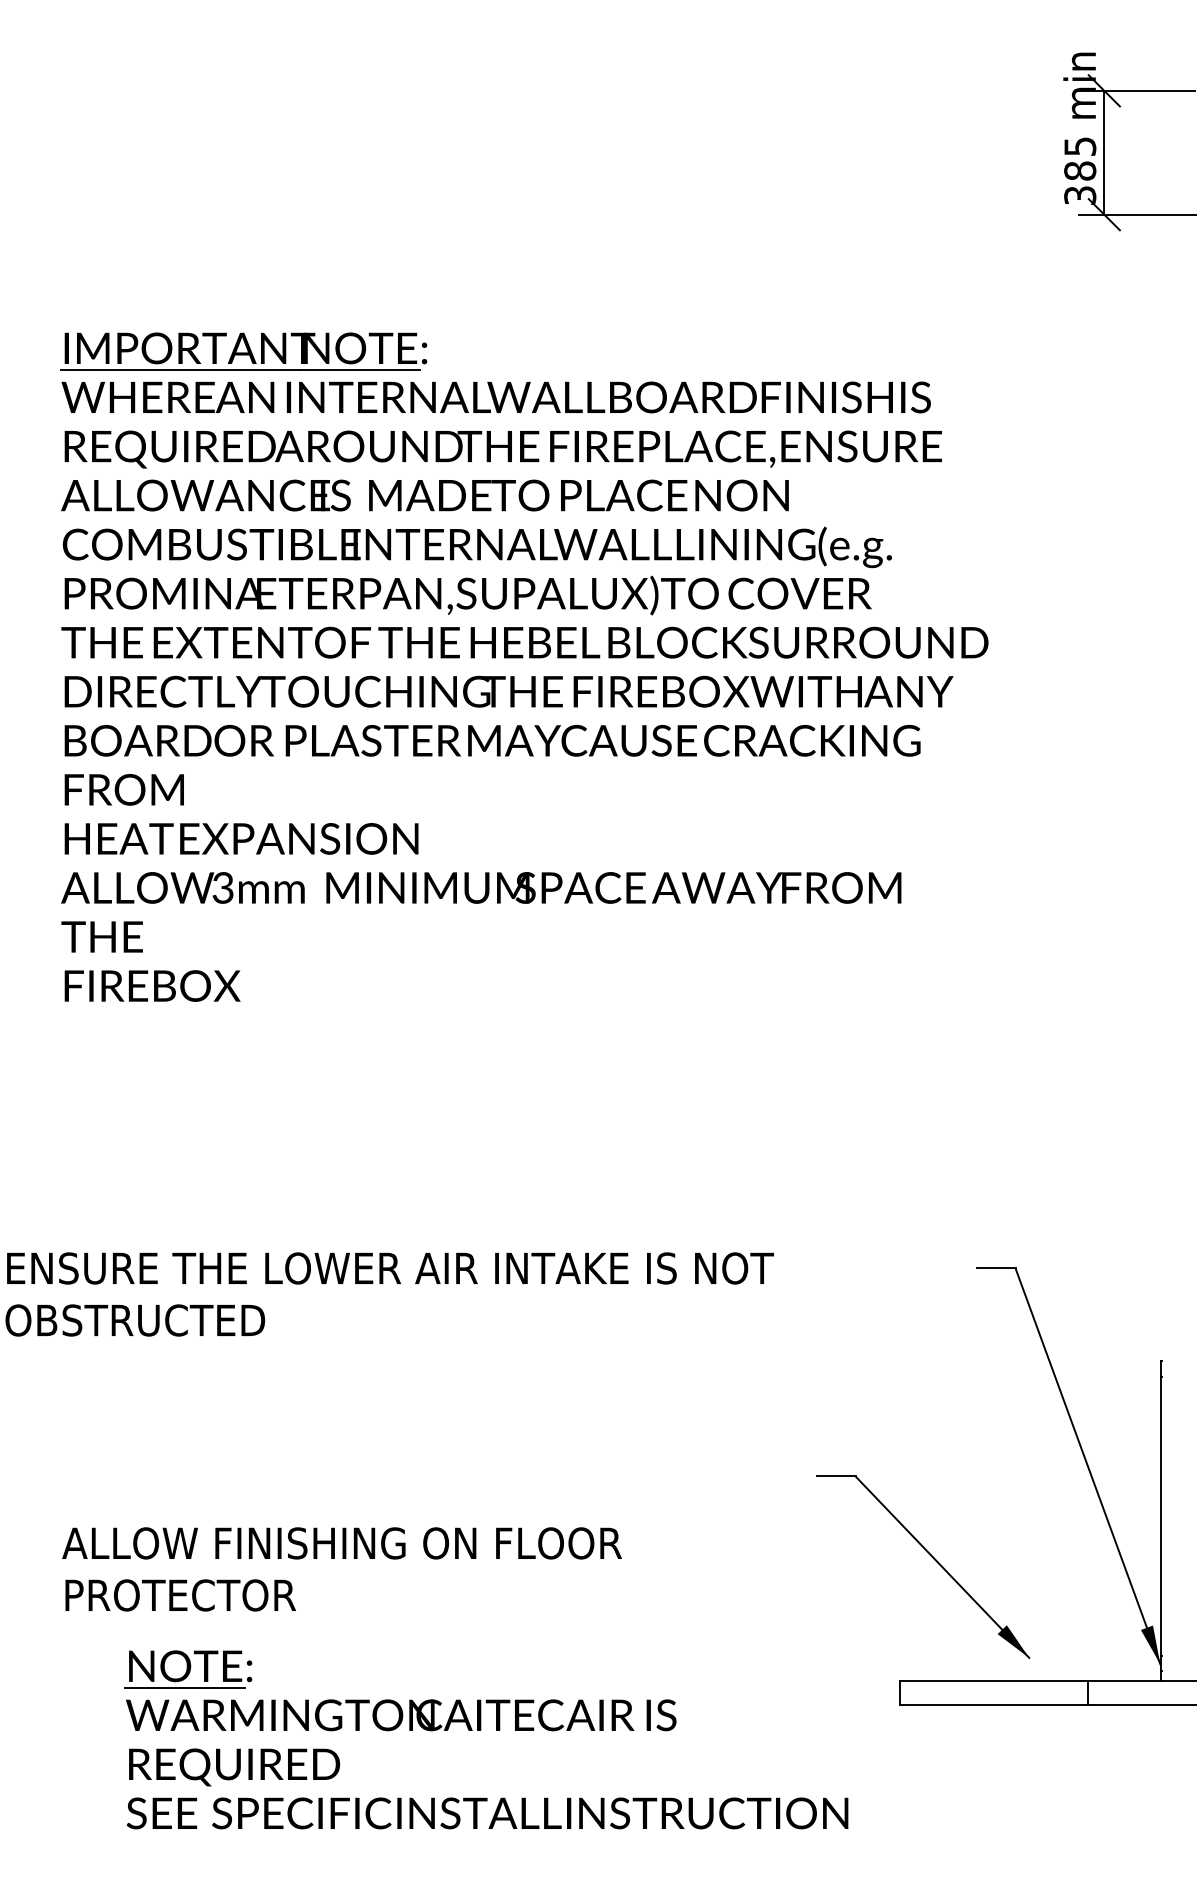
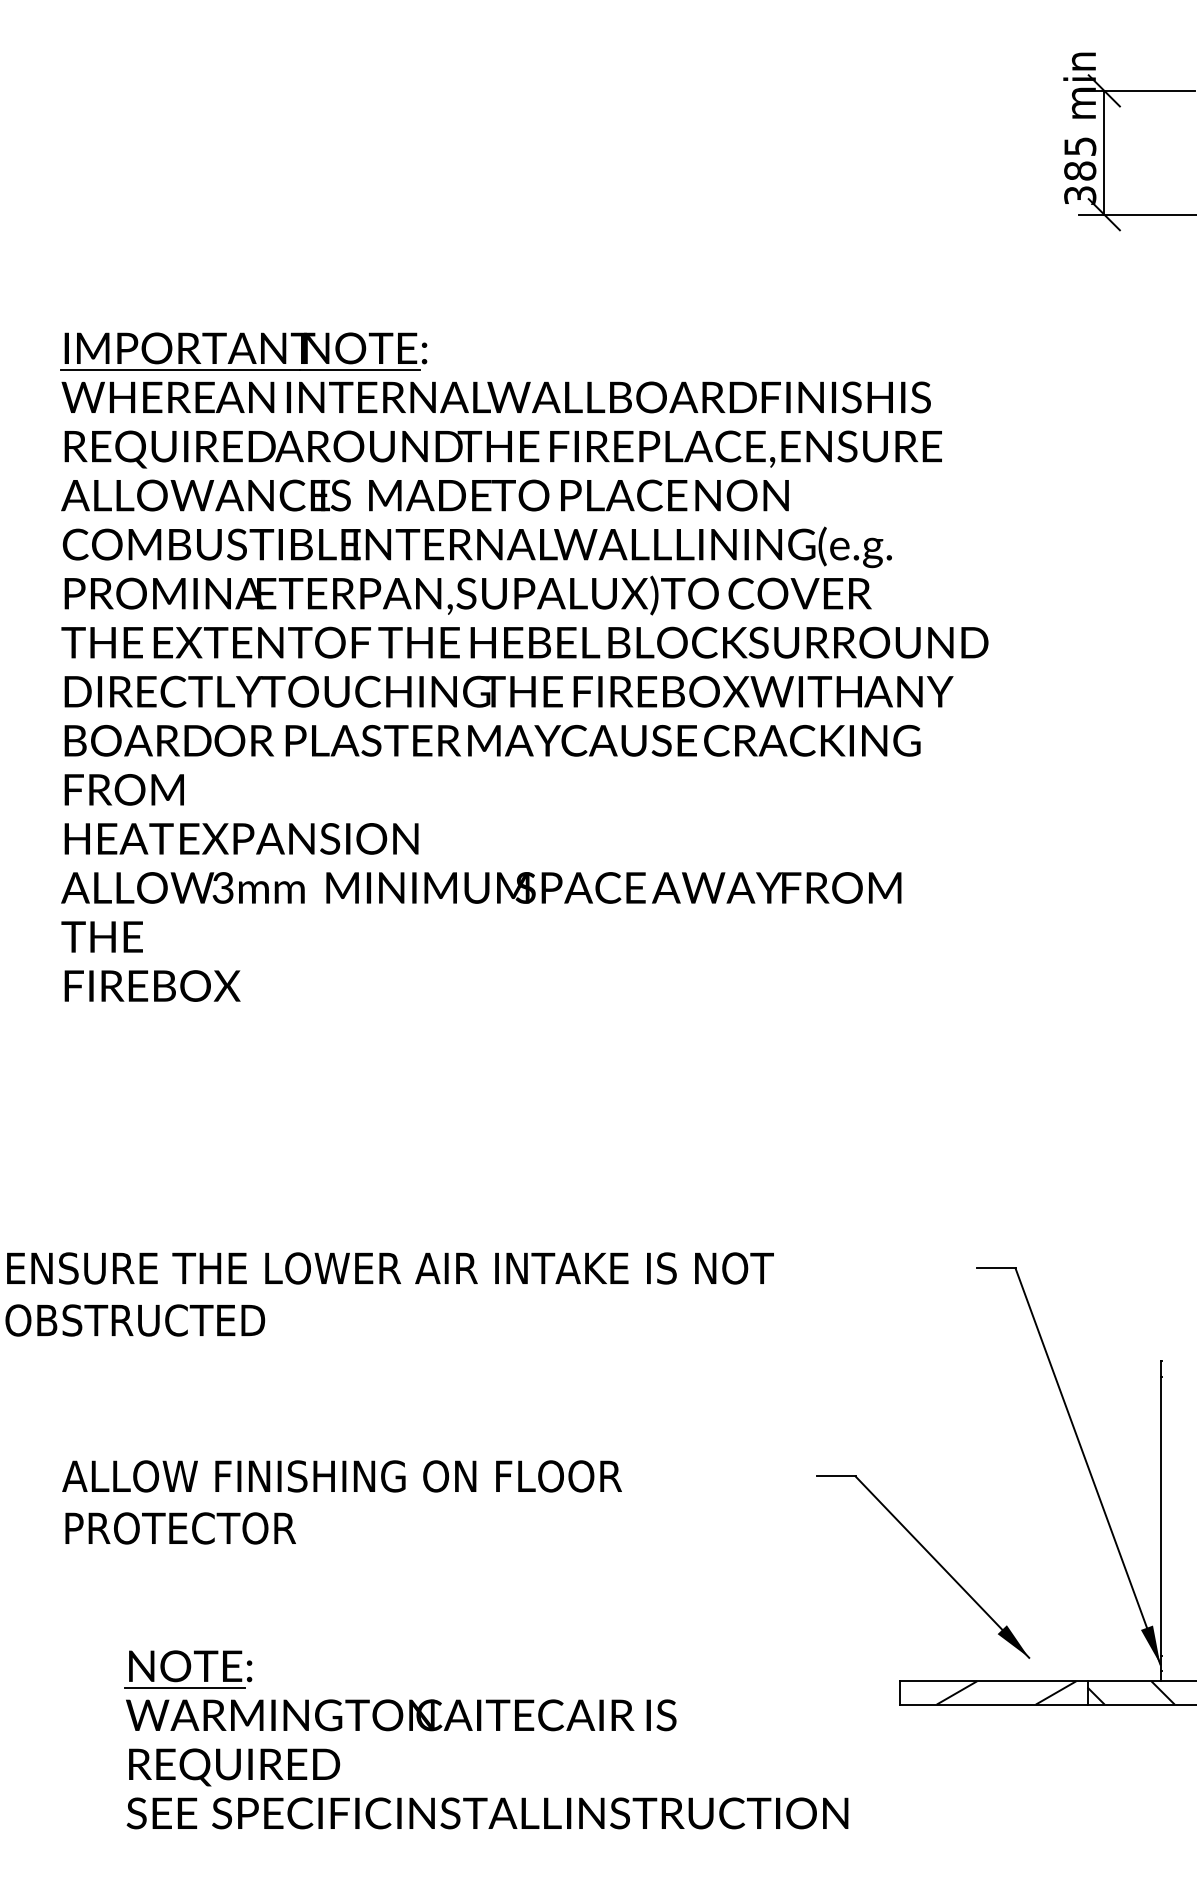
text at (341, 1569) position: (341, 1569) -> (341, 1502)
hatch at (1006, 1692): none -> present
hatch at (1130, 1692): none -> present
